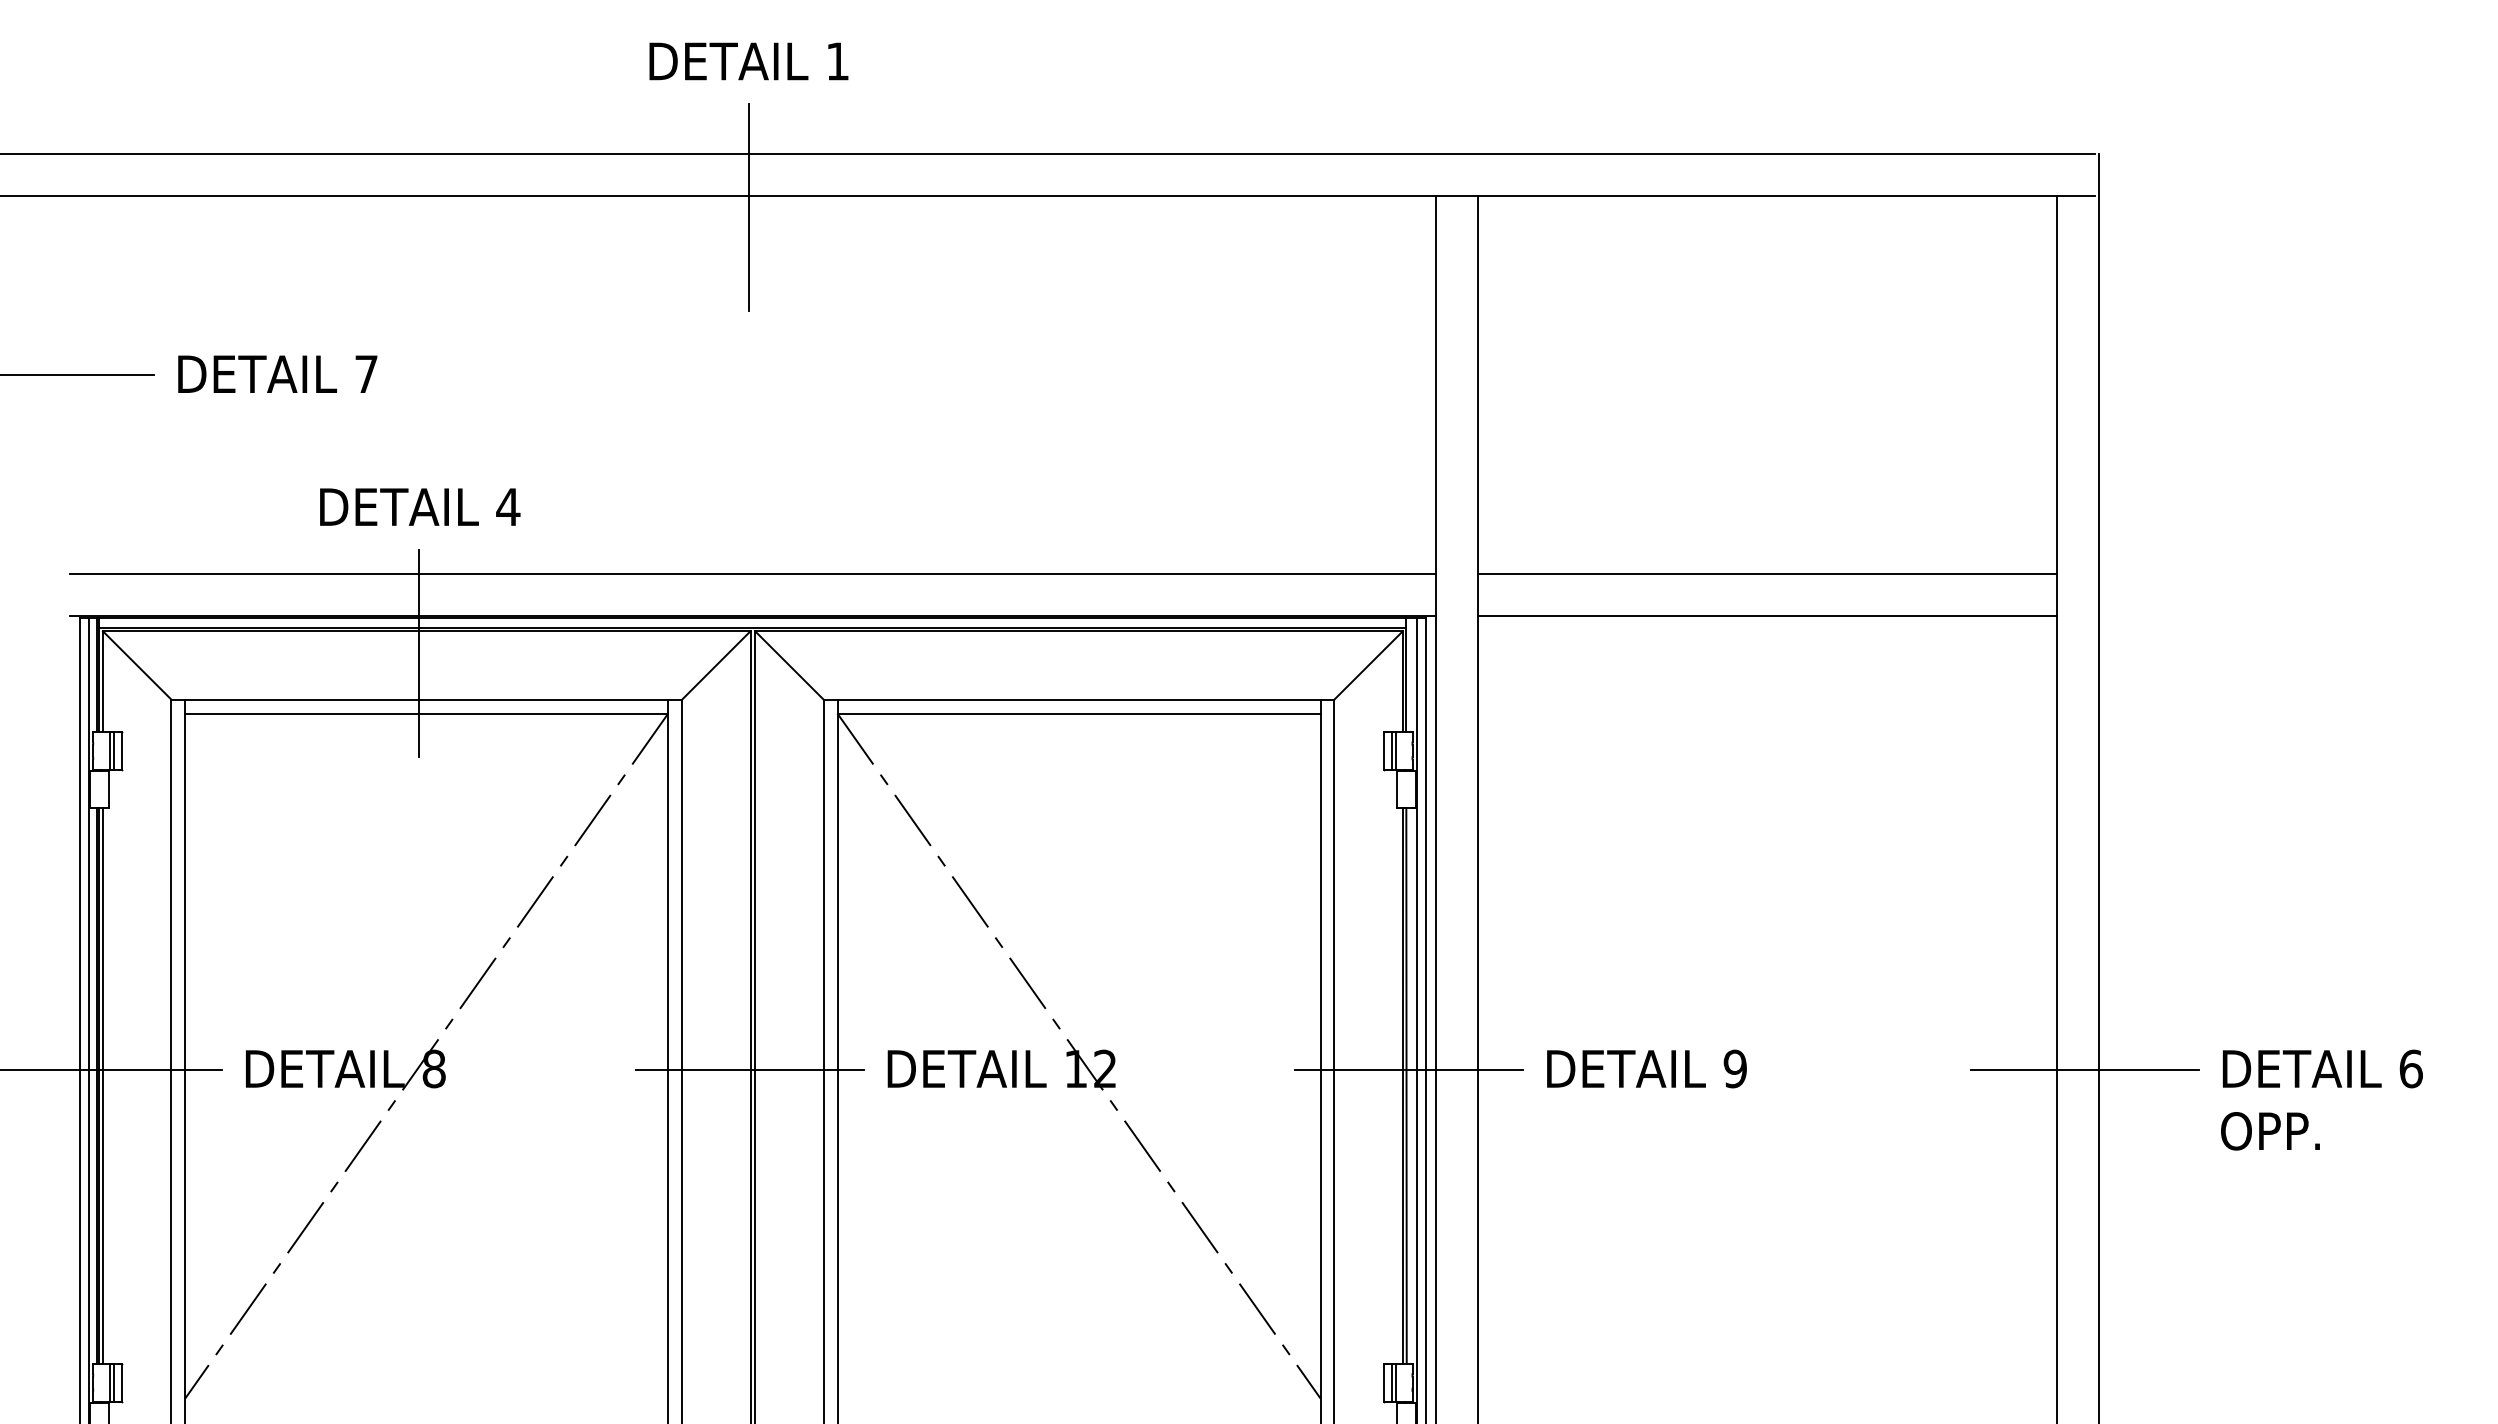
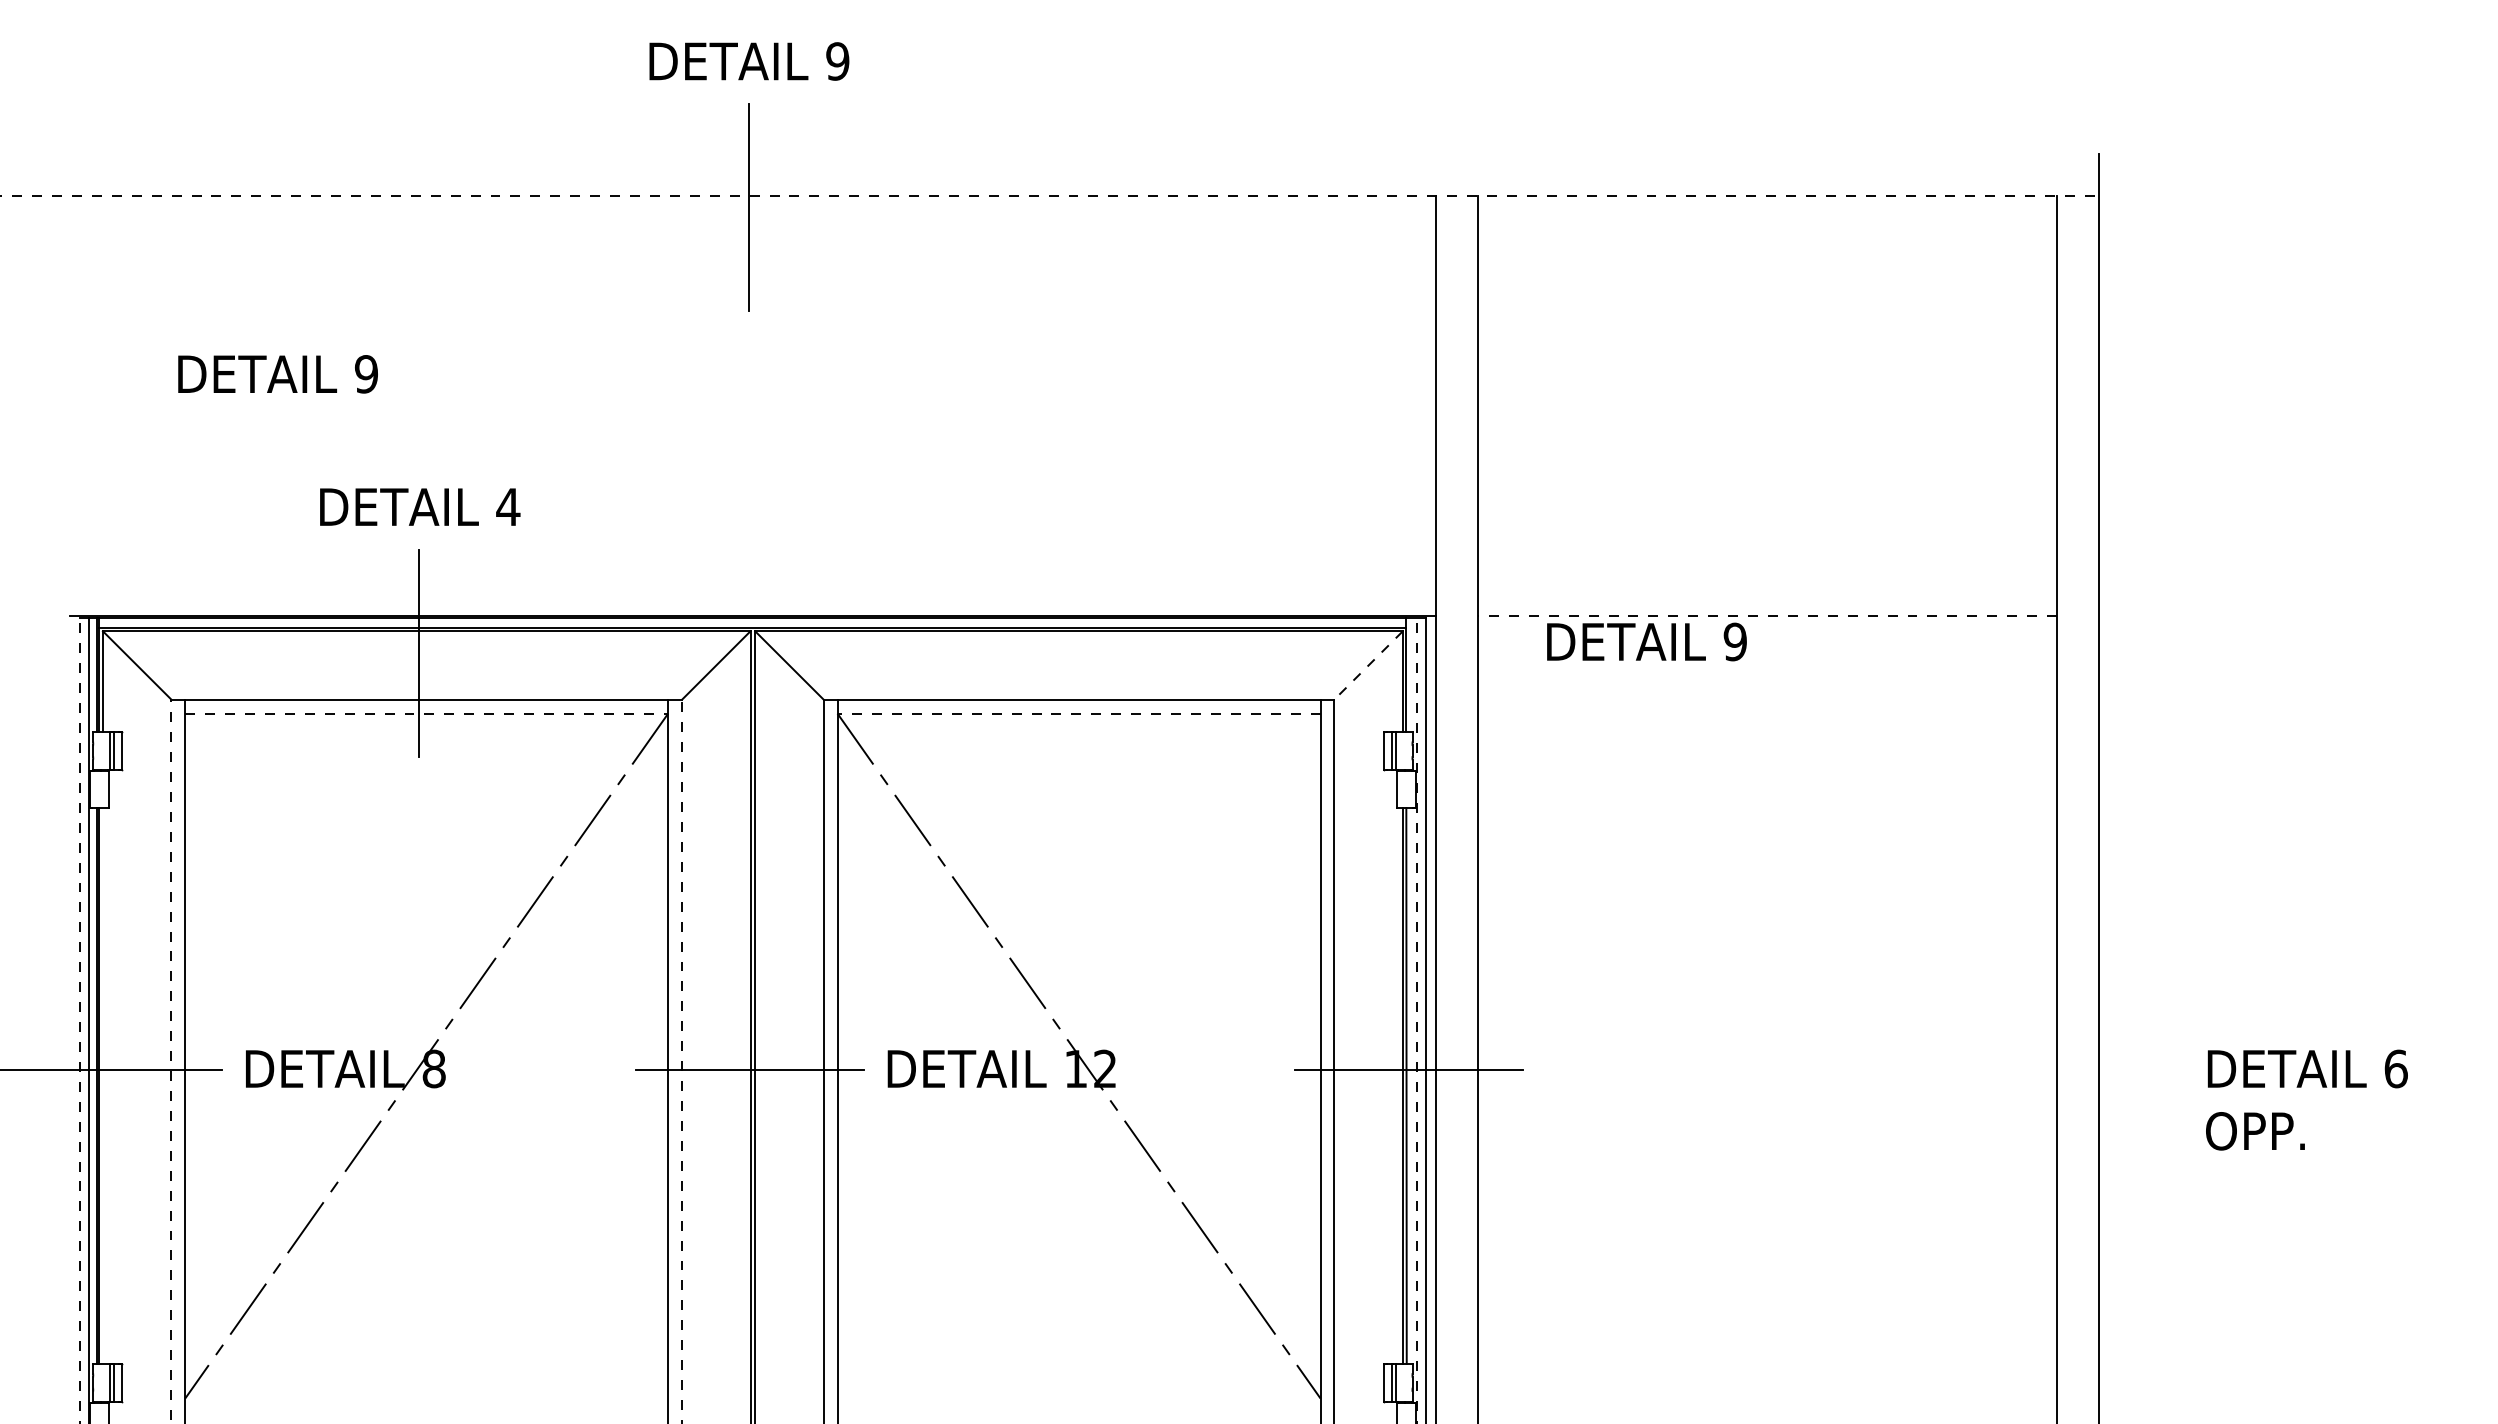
text at (837, 61): 1 -> 9
line at (1048, 154): present -> none
line at (1047, 196): solid -> dashed
line at (78, 374): present -> none
text at (365, 374): 7 -> 9
line at (752, 574): present -> none
line at (1767, 574): present -> none
line at (1767, 616): solid -> dashed
line at (1368, 665): solid -> dashed
line at (427, 713): solid -> dashed
line at (1079, 713): solid -> dashed
line at (80, 1020): solid -> dashed
line at (1417, 1020): solid -> dashed
line at (171, 1061): solid -> dashed
line at (682, 1061): solid -> dashed
text at (1646, 1068) position: (1646, 1068) -> (1646, 641)
line at (2084, 1069): present -> none
line at (102, 1085): present -> none
text at (2321, 1099) position: (2321, 1099) -> (2306, 1099)
